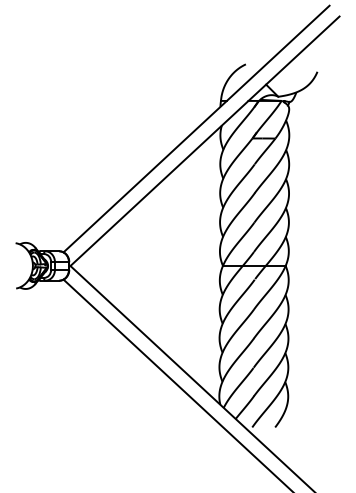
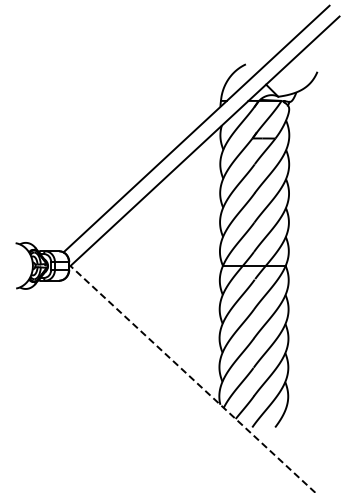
line at (192, 379): solid -> dashed
line at (176, 384): present -> none
